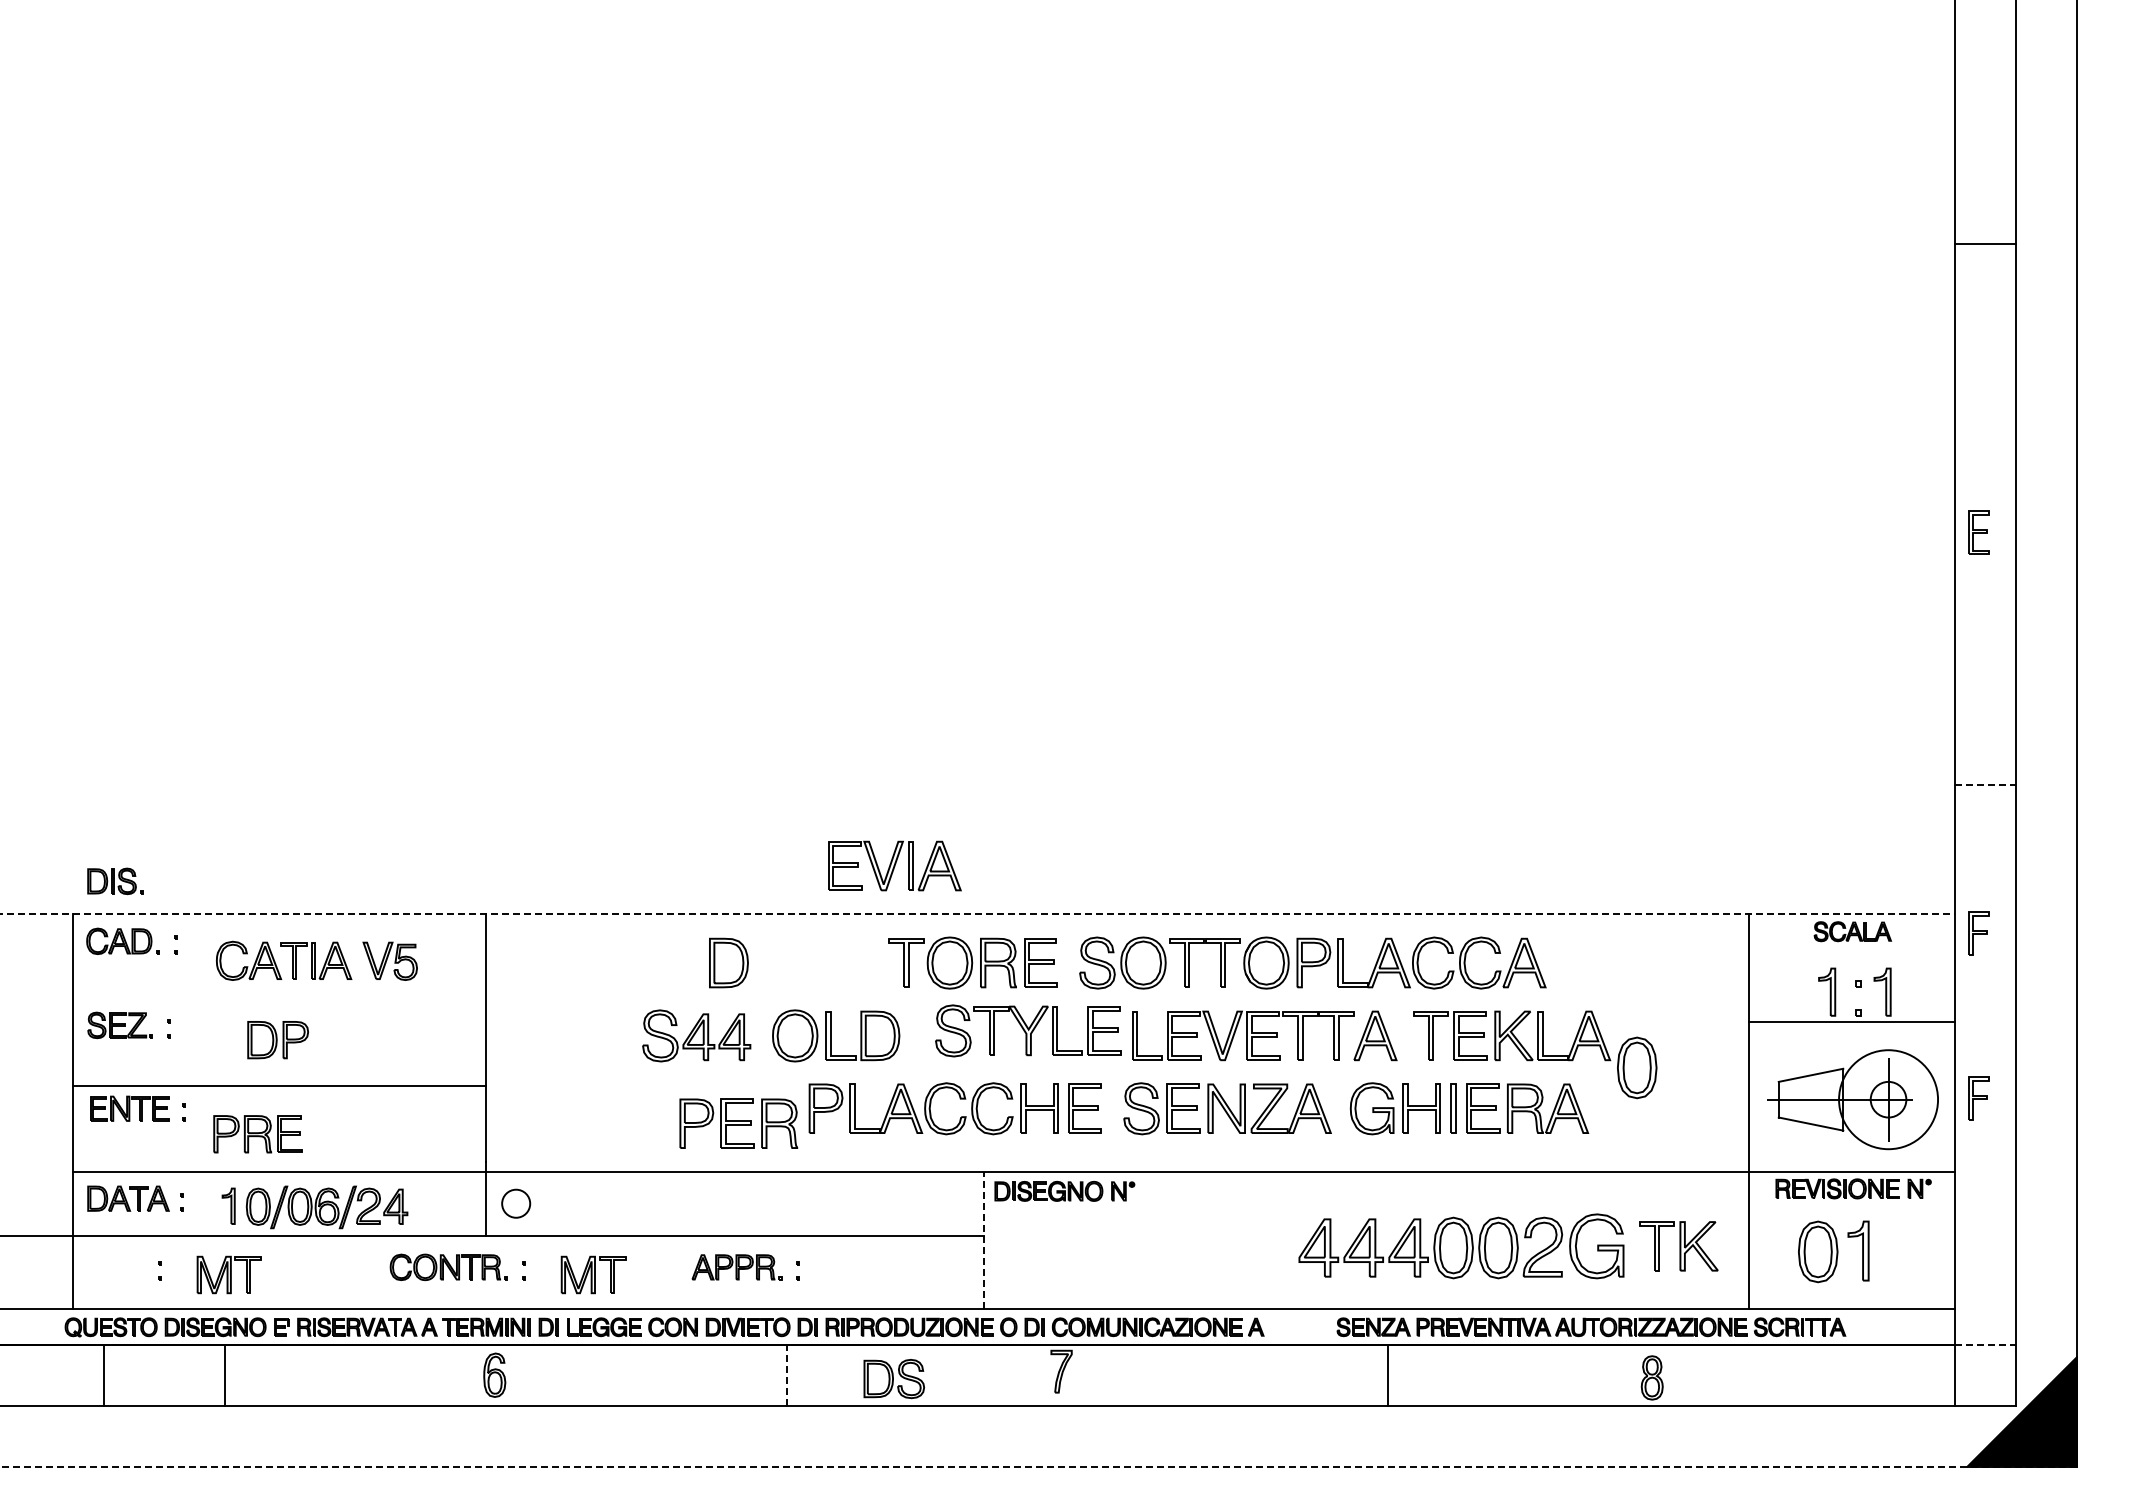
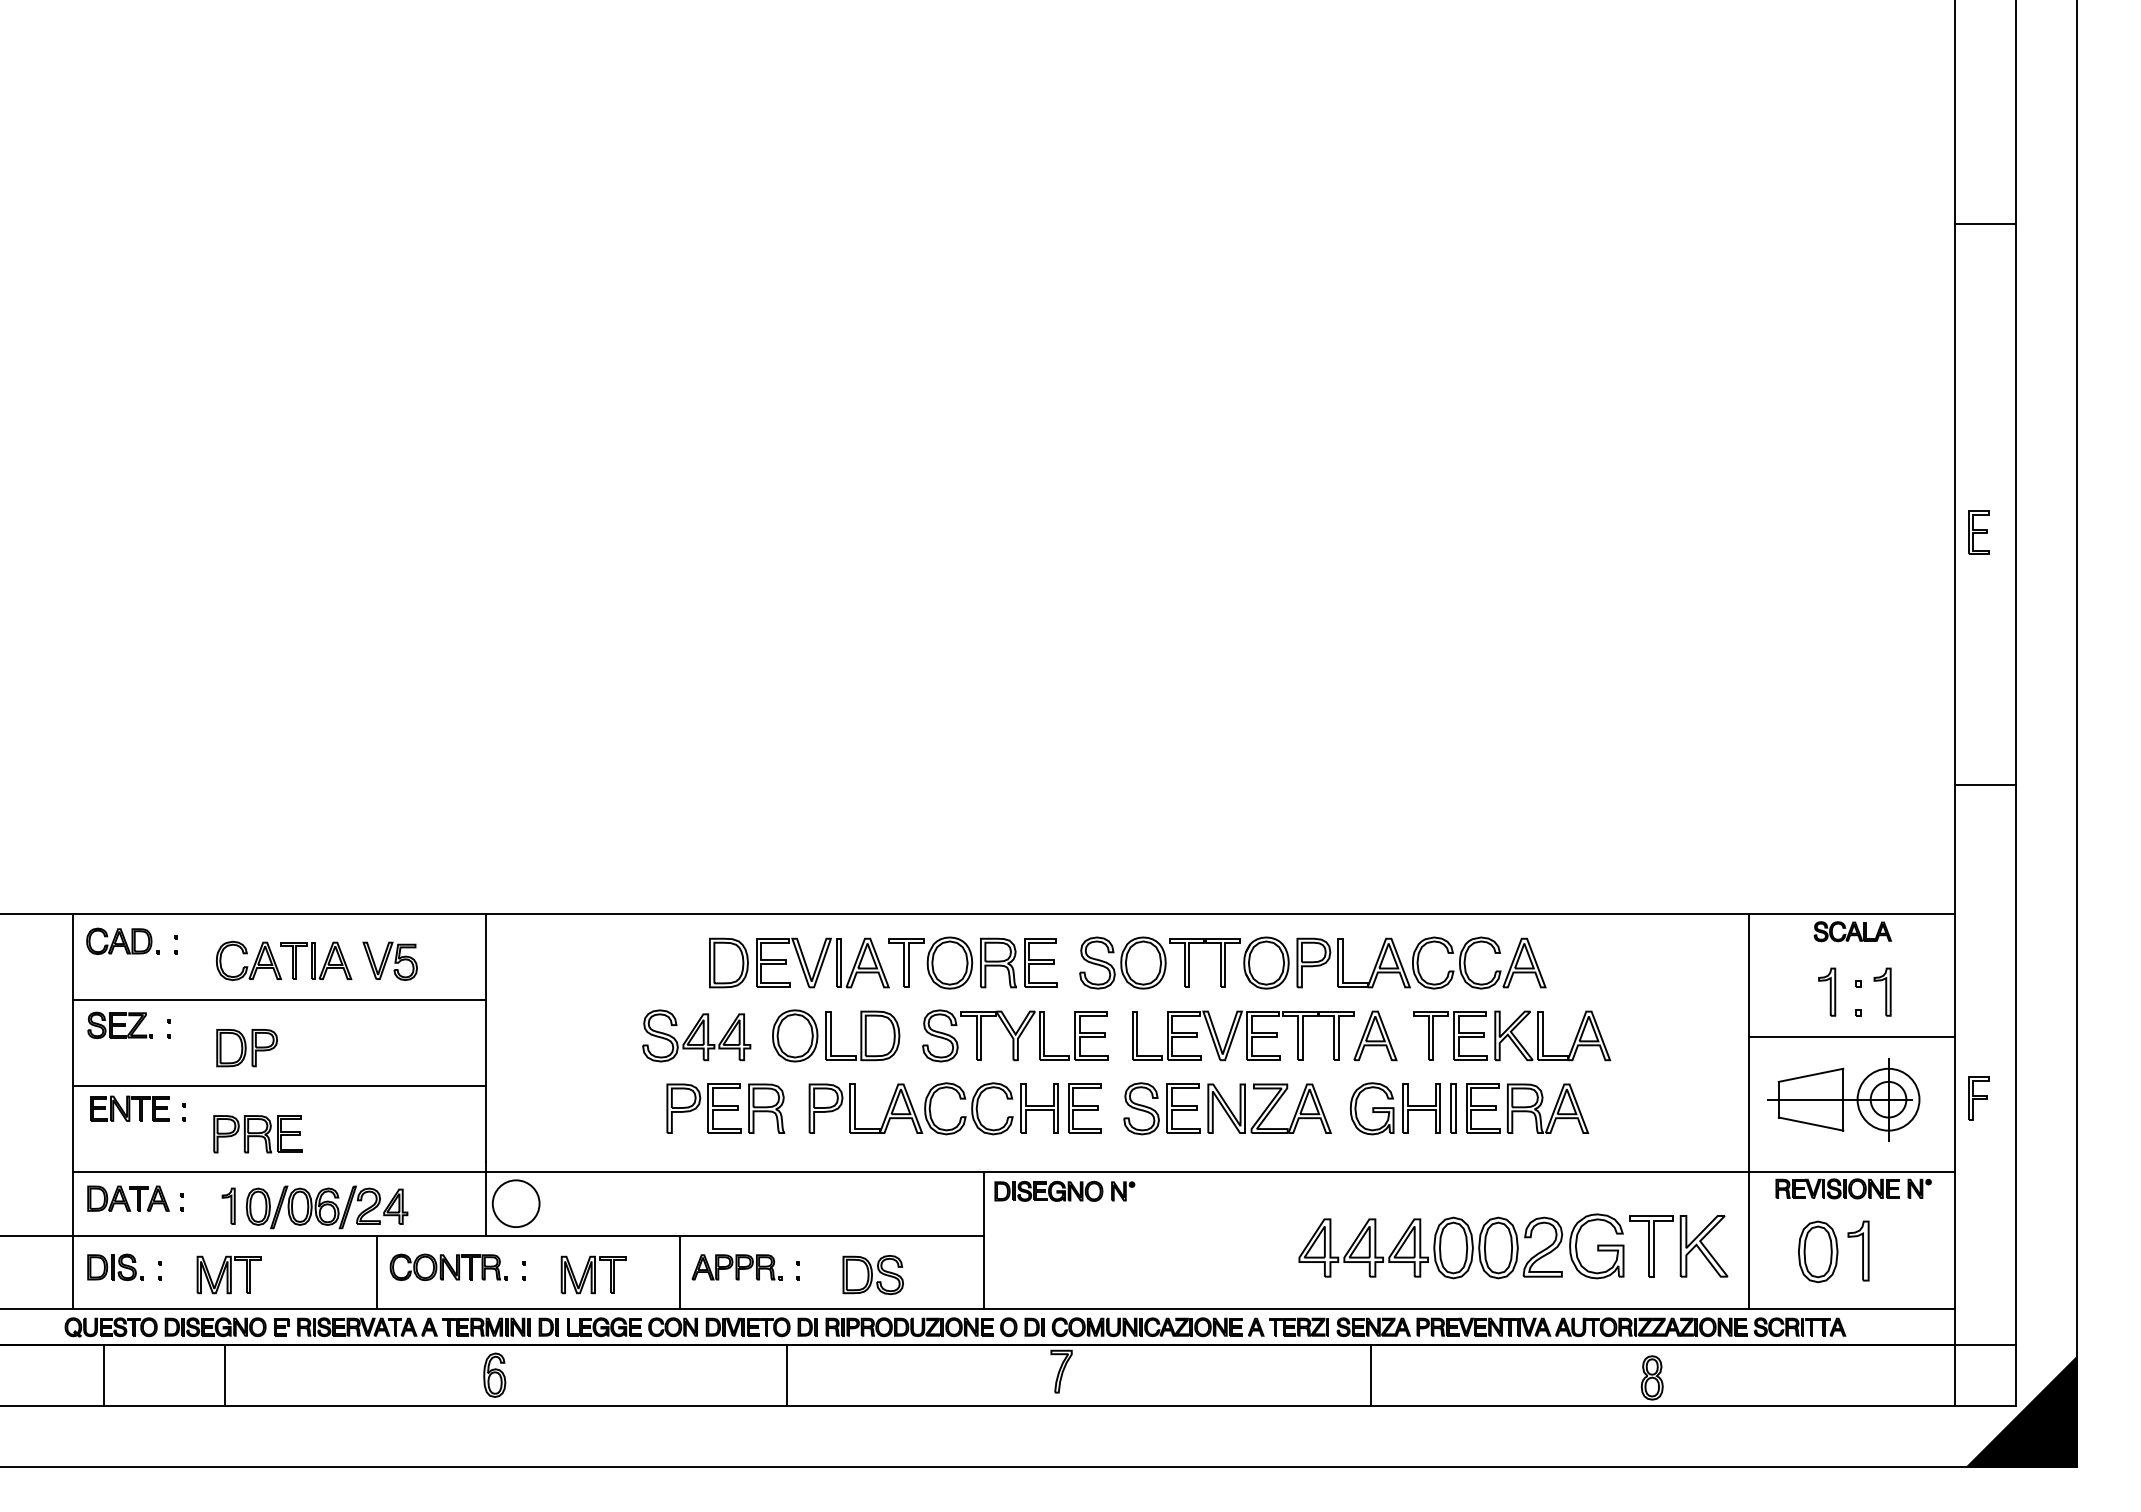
line at (1985, 244) position: (1985, 244) -> (1985, 224)
line at (1986, 784): dashed -> solid
part at (894, 865) position: (894, 865) -> (822, 962)
part at (115, 881) position: (115, 881) -> (115, 1267)
line at (978, 914): dashed -> solid
part at (1978, 933): present -> none
line at (279, 1000): none -> present
line at (1851, 1022) position: (1851, 1022) -> (1851, 1037)
part at (1028, 1030) position: (1028, 1030) -> (1015, 1035)
part at (277, 1040) position: (277, 1040) -> (246, 1048)
part at (1637, 1067): present -> none
circle at (1888, 1099) diameter: 99 px -> 62 px
part at (738, 1123) position: (738, 1123) -> (725, 1108)
circle at (516, 1203) diameter: 28 px -> 47 px
line at (983, 1240): dashed -> solid
part at (1678, 1246) size: 80x51 px -> 100x63 px
line at (376, 1271): none -> present
line at (680, 1271): none -> present
part at (1298, 1326): none -> present
line at (1986, 1345): dashed -> solid
line at (786, 1375): dashed -> solid
line at (1388, 1375) position: (1388, 1375) -> (1371, 1375)
part at (893, 1379) position: (893, 1379) -> (872, 1275)
line at (1038, 1466): dashed -> solid
